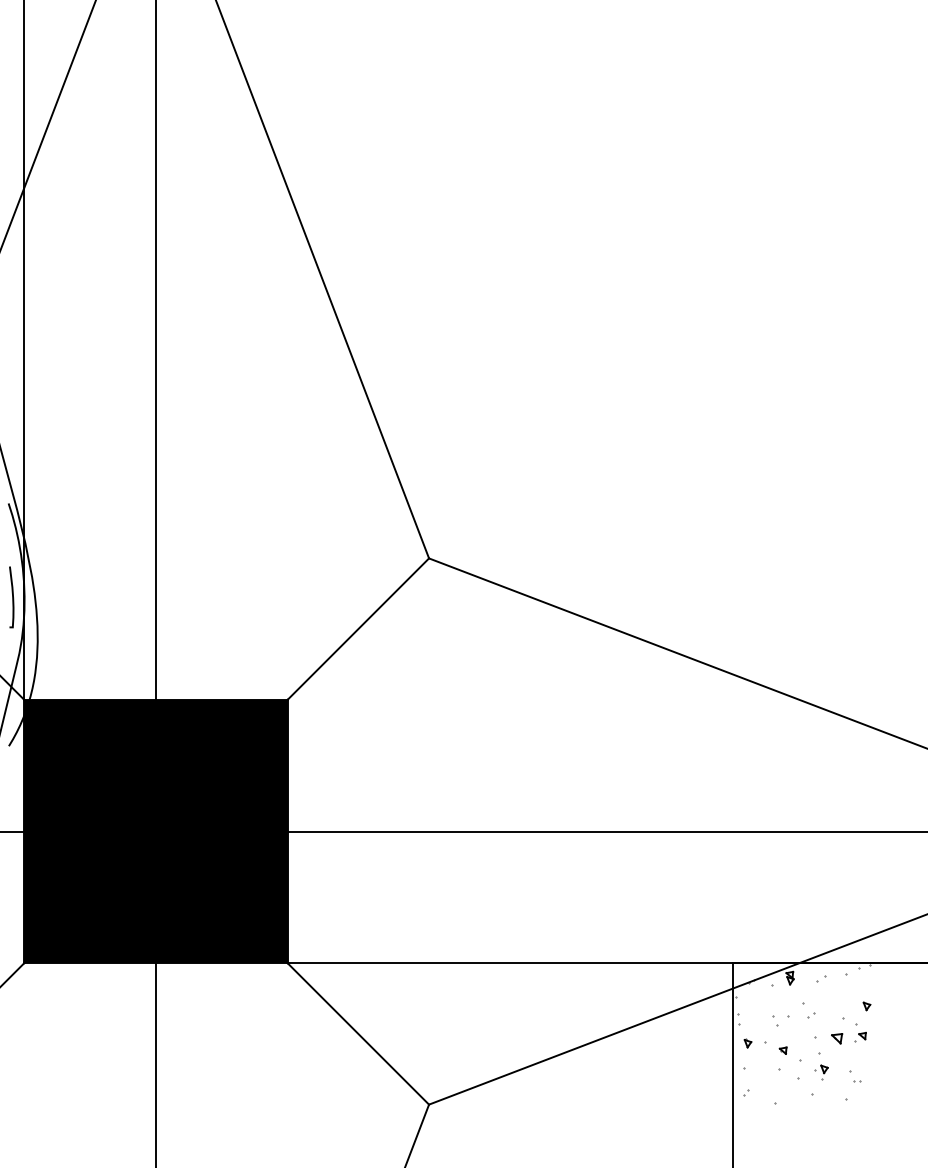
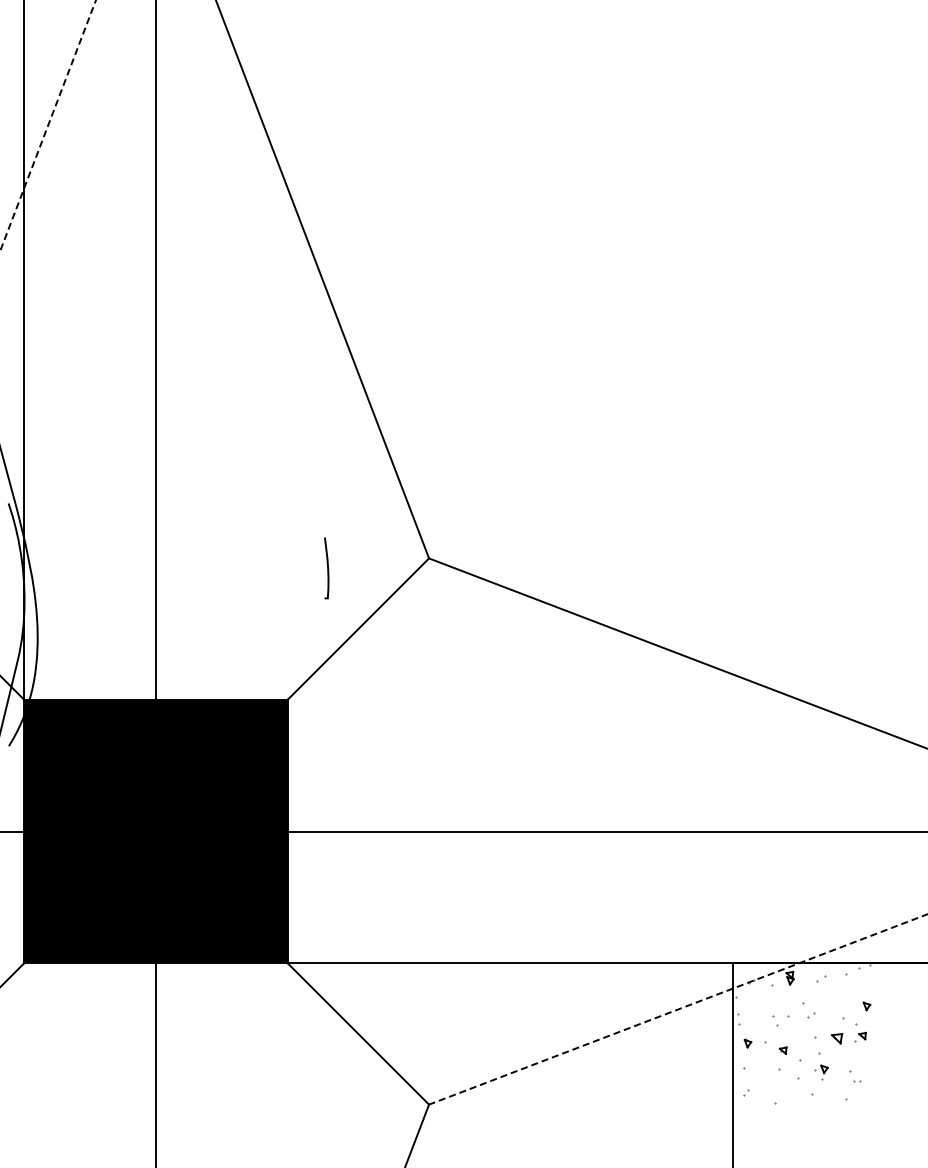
line at (48, 125): solid -> dashed
curve at (12, 597) position: (12, 597) -> (327, 568)
line at (678, 1009): solid -> dashed
